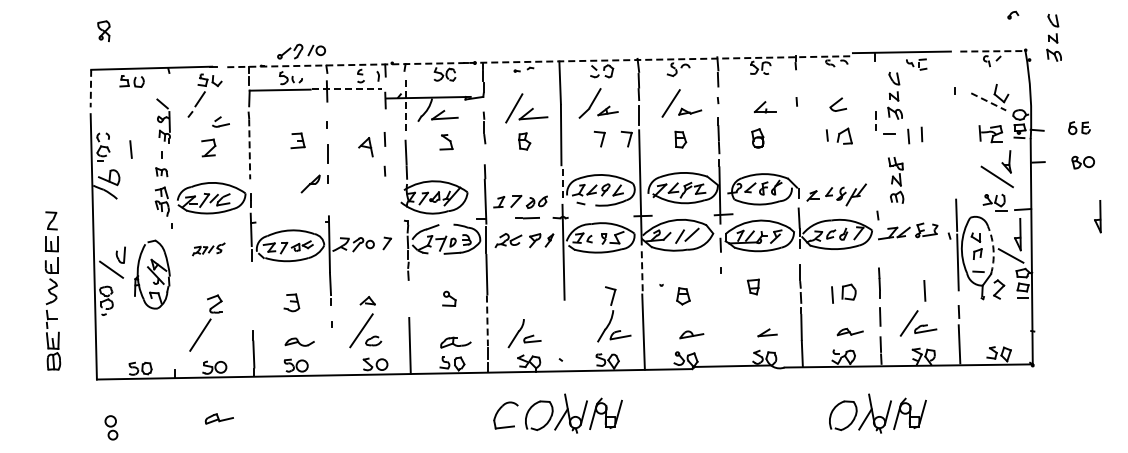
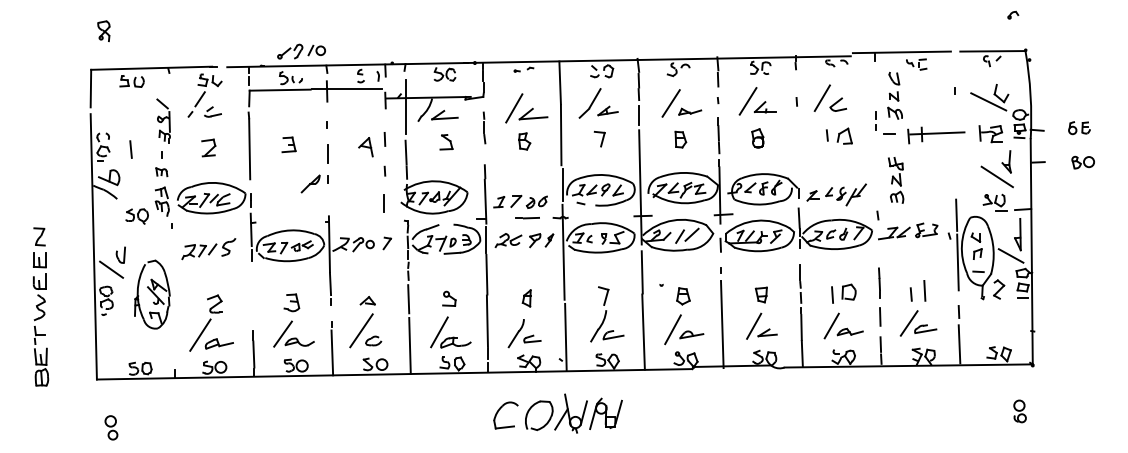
part at (1053, 37): present -> none
line at (992, 51): dashed -> solid
line at (539, 61): dashed -> solid
line at (90, 88): dashed -> solid
line at (347, 89): dashed -> solid
line at (821, 98): none -> present
line at (747, 101): none -> present
line at (989, 102): dashed -> solid
line at (405, 107): dashed -> solid
part at (220, 121) position: (220, 121) -> (212, 111)
line at (937, 133): none -> present
part at (626, 138): present -> none
part at (297, 140) position: (297, 140) -> (288, 144)
line at (249, 149): dashed -> solid
line at (562, 185): dashed -> solid
line at (383, 203): none -> present
part at (136, 216): none -> present
part at (1097, 216): present -> none
part at (208, 249) size: 34x15 px -> 56x23 px
arc at (993, 249): dashed -> solid
line at (642, 272): dashed -> solid
part at (152, 274) position: (152, 274) -> (152, 294)
part at (752, 286) position: (752, 286) -> (760, 294)
part at (53, 290) position: (53, 290) -> (41, 306)
line at (910, 294): none -> present
part at (526, 298): none -> present
line at (408, 299): none -> present
part at (614, 314) position: (614, 314) -> (607, 314)
line at (487, 321): dashed -> solid
line at (722, 324): none -> present
line at (754, 325): none -> present
line at (831, 325): none -> present
line at (672, 329): none -> present
line at (439, 332): none -> present
line at (282, 333): none -> present
line at (565, 336): none -> present
line at (332, 352): none -> present
part at (1019, 411): none -> present
part at (877, 413): present -> none
part at (218, 418) position: (218, 418) -> (218, 343)
